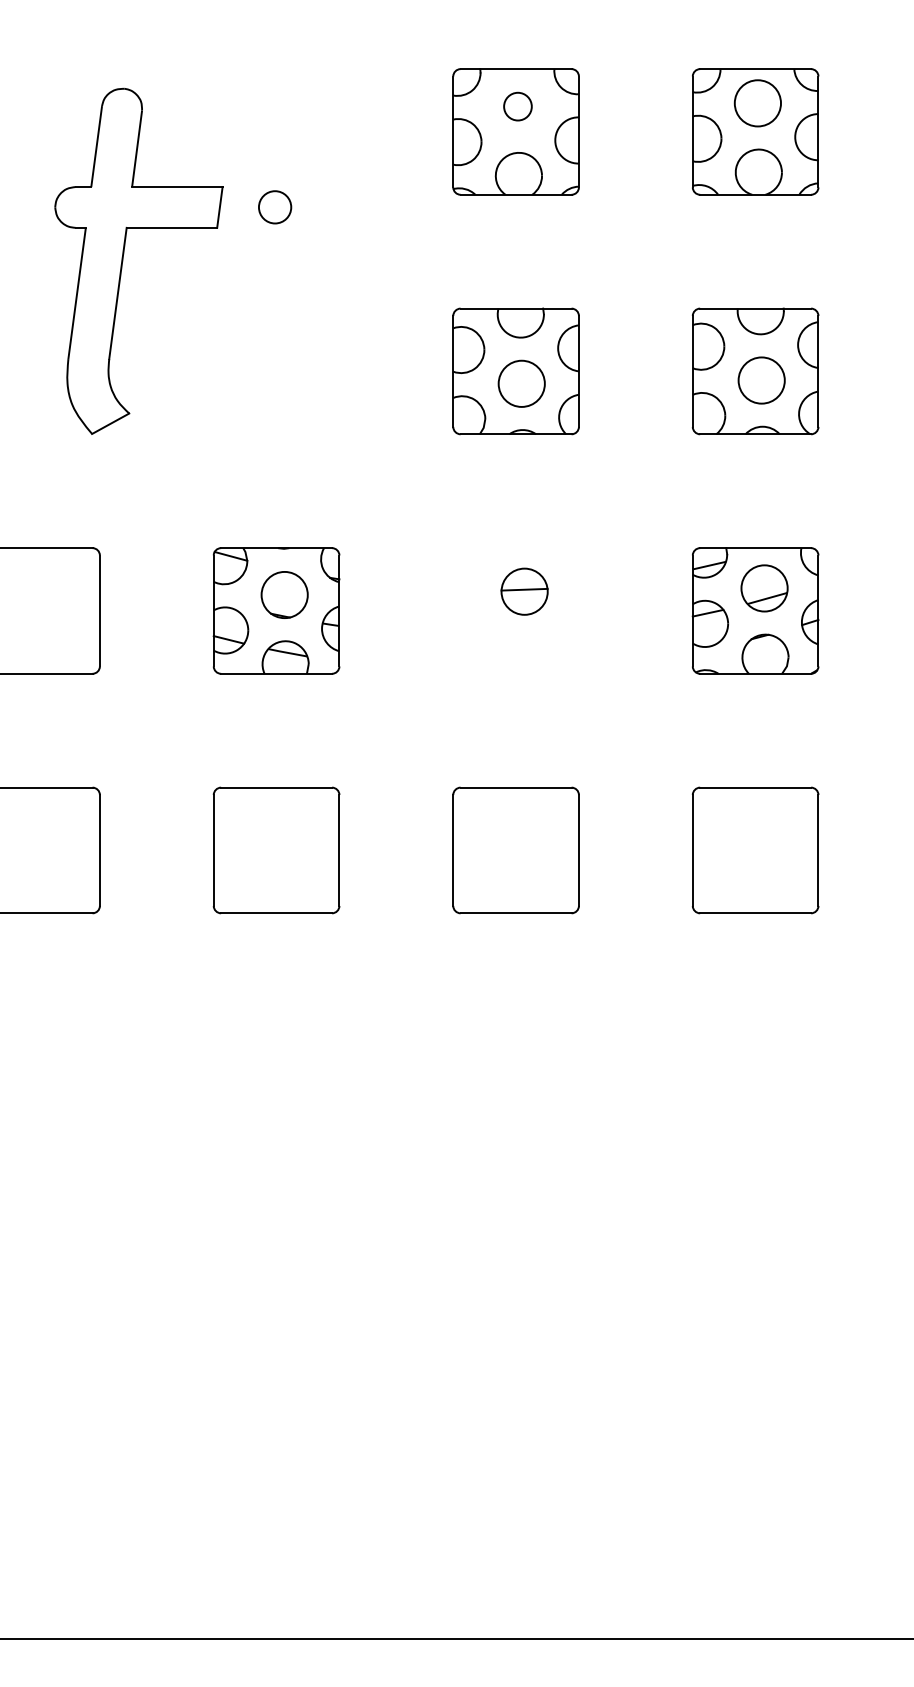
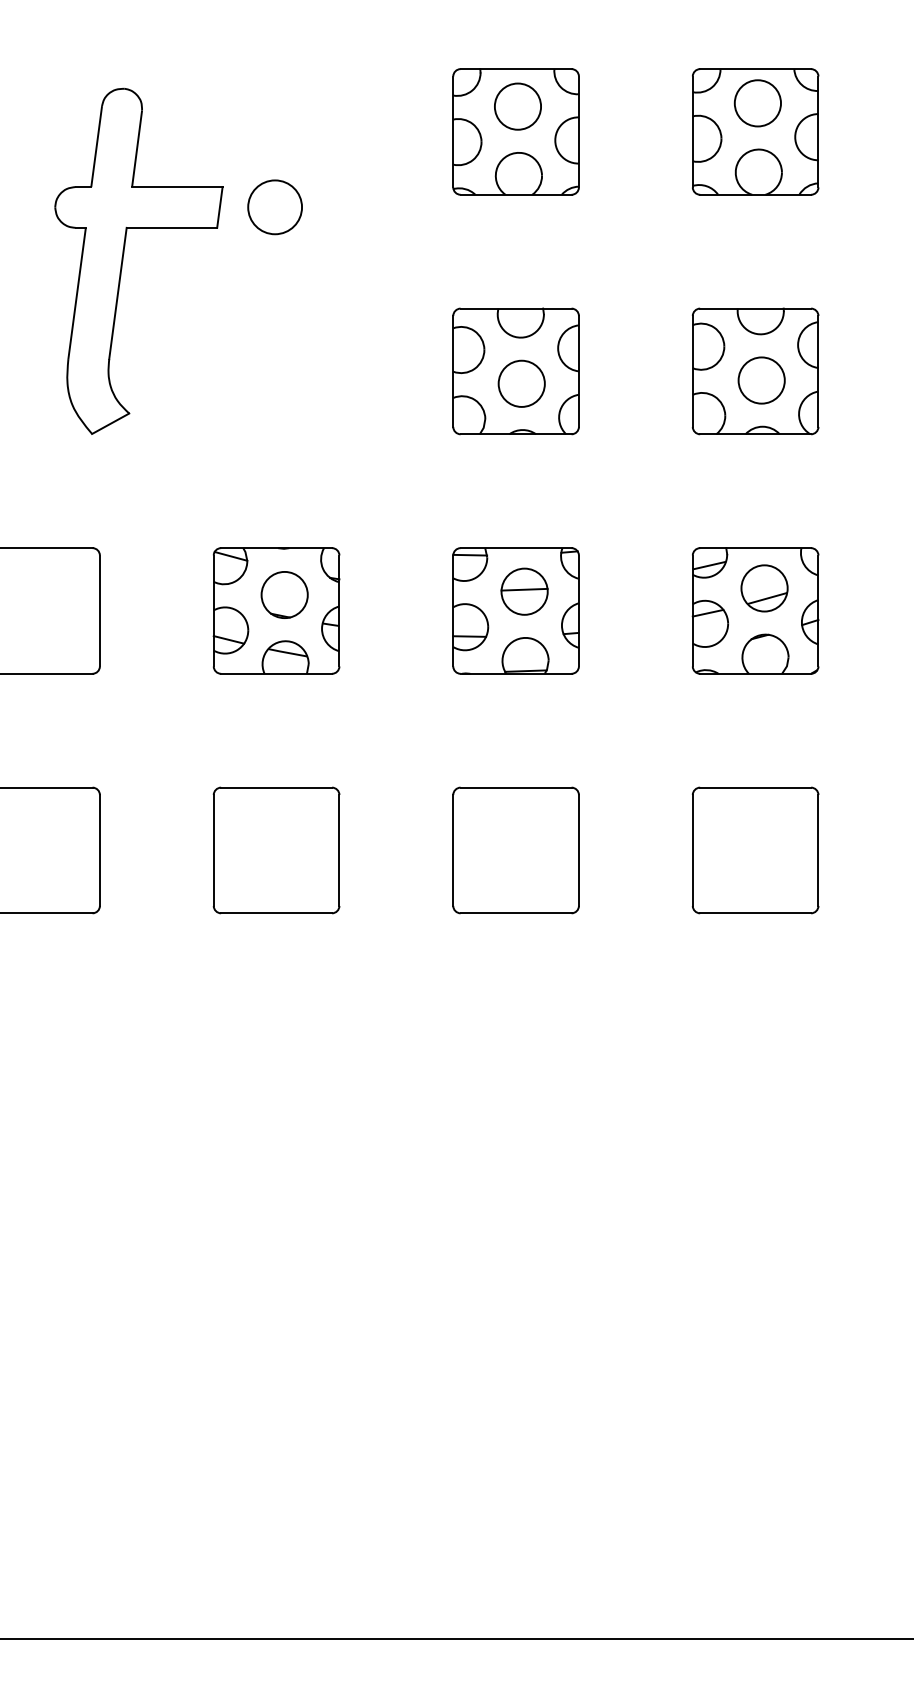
circle at (517, 106) diameter: 28 px -> 46 px
circle at (274, 207) diameter: 32 px -> 54 px
part at (515, 610): none -> present
